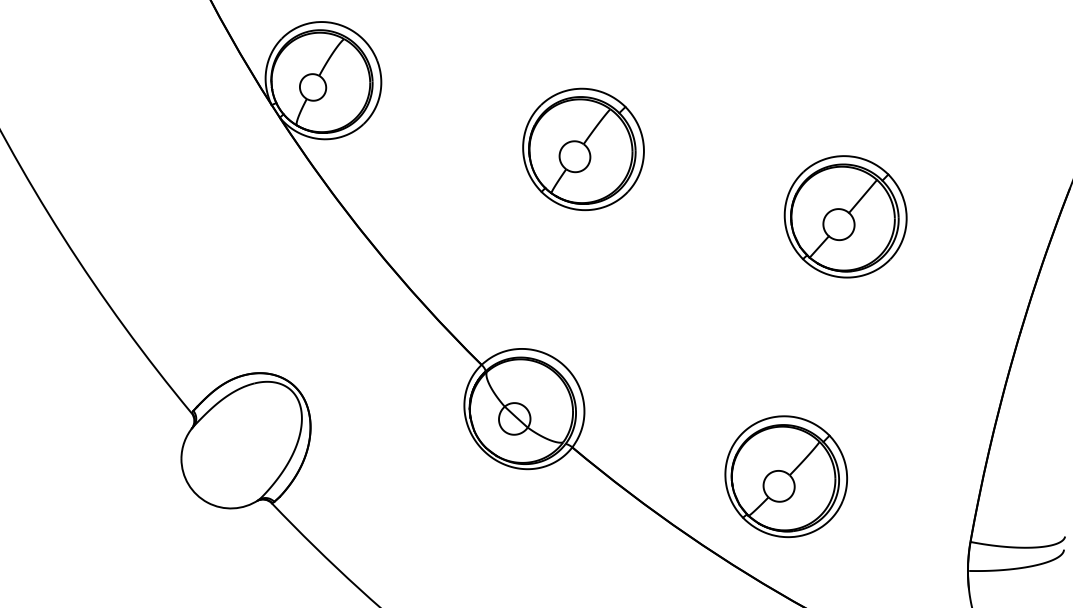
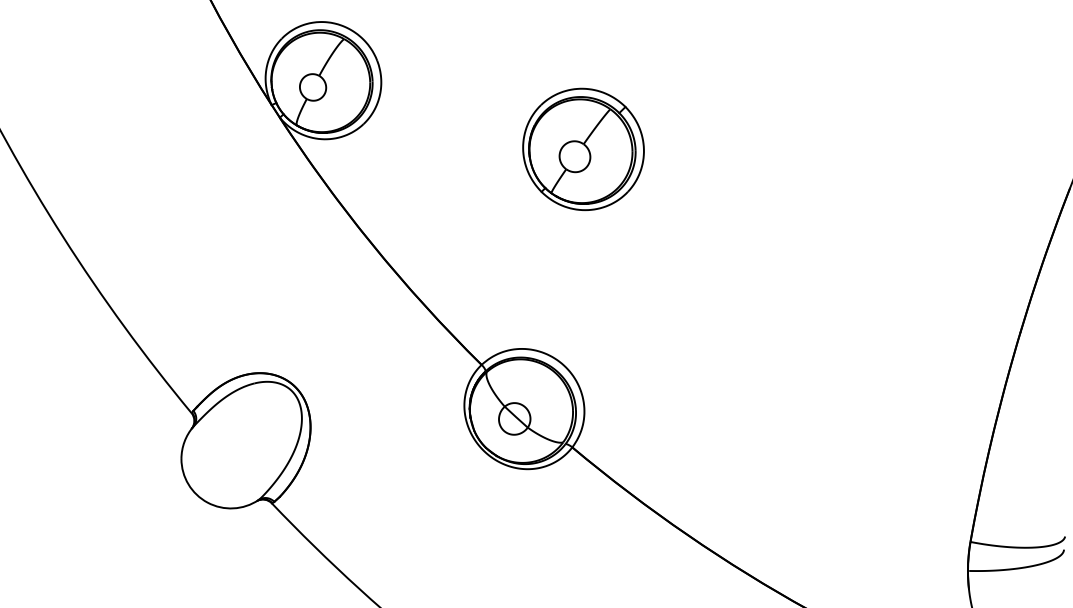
part at (845, 216): present -> none
part at (785, 476): present -> none
